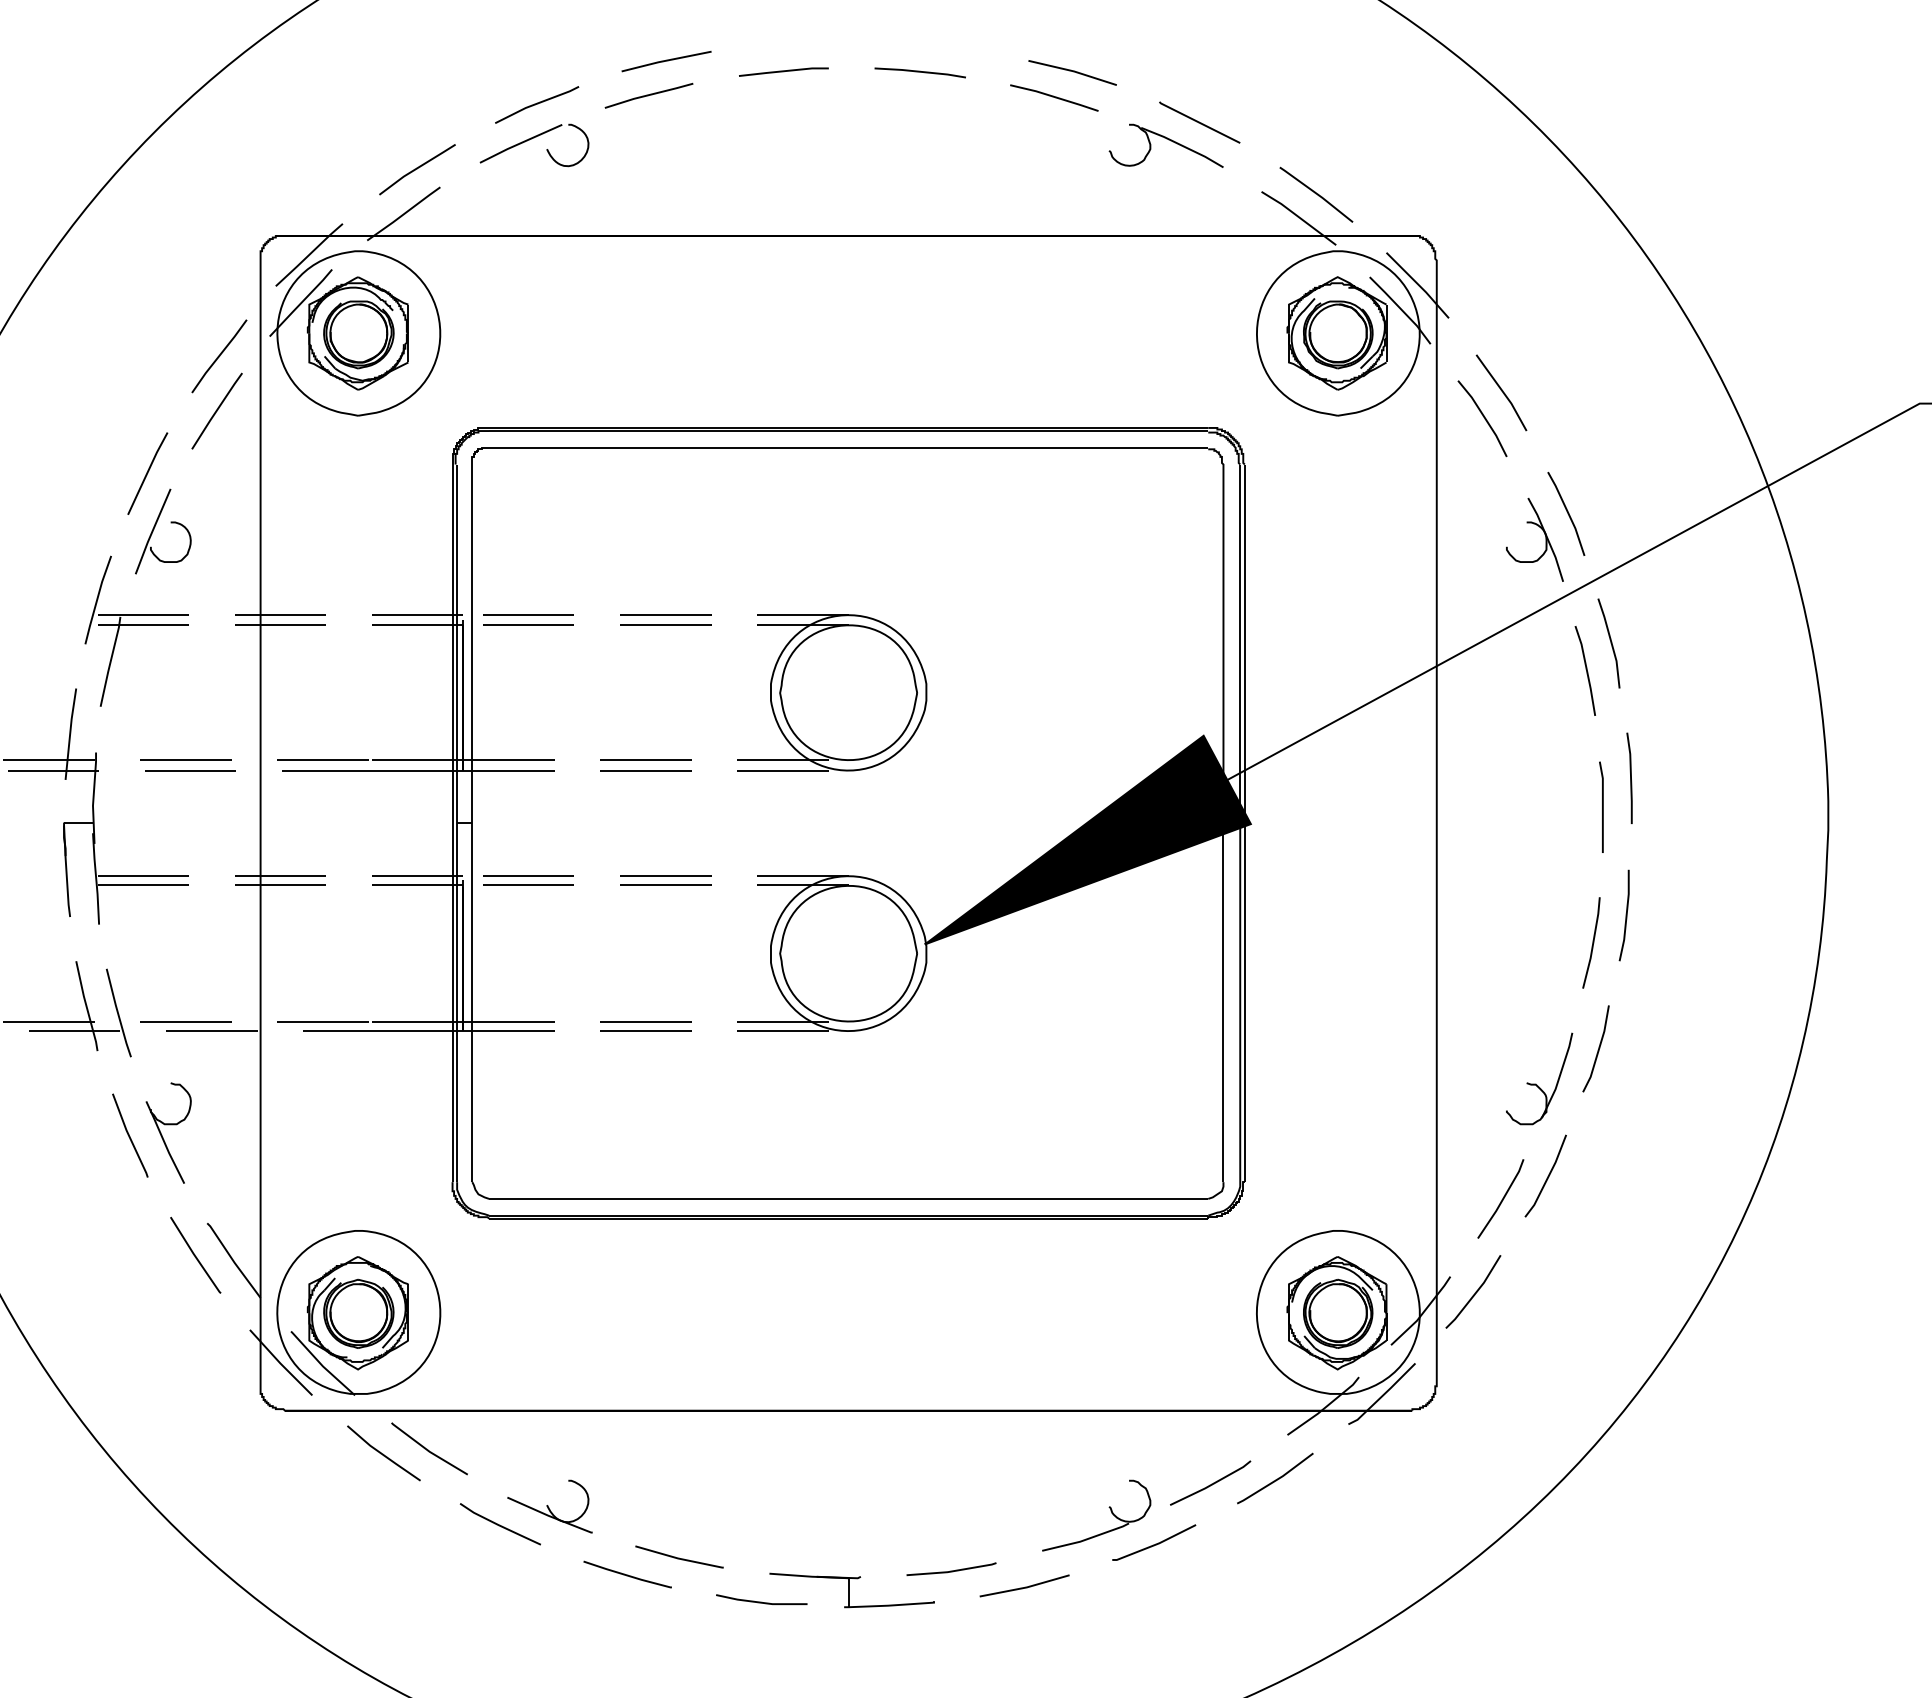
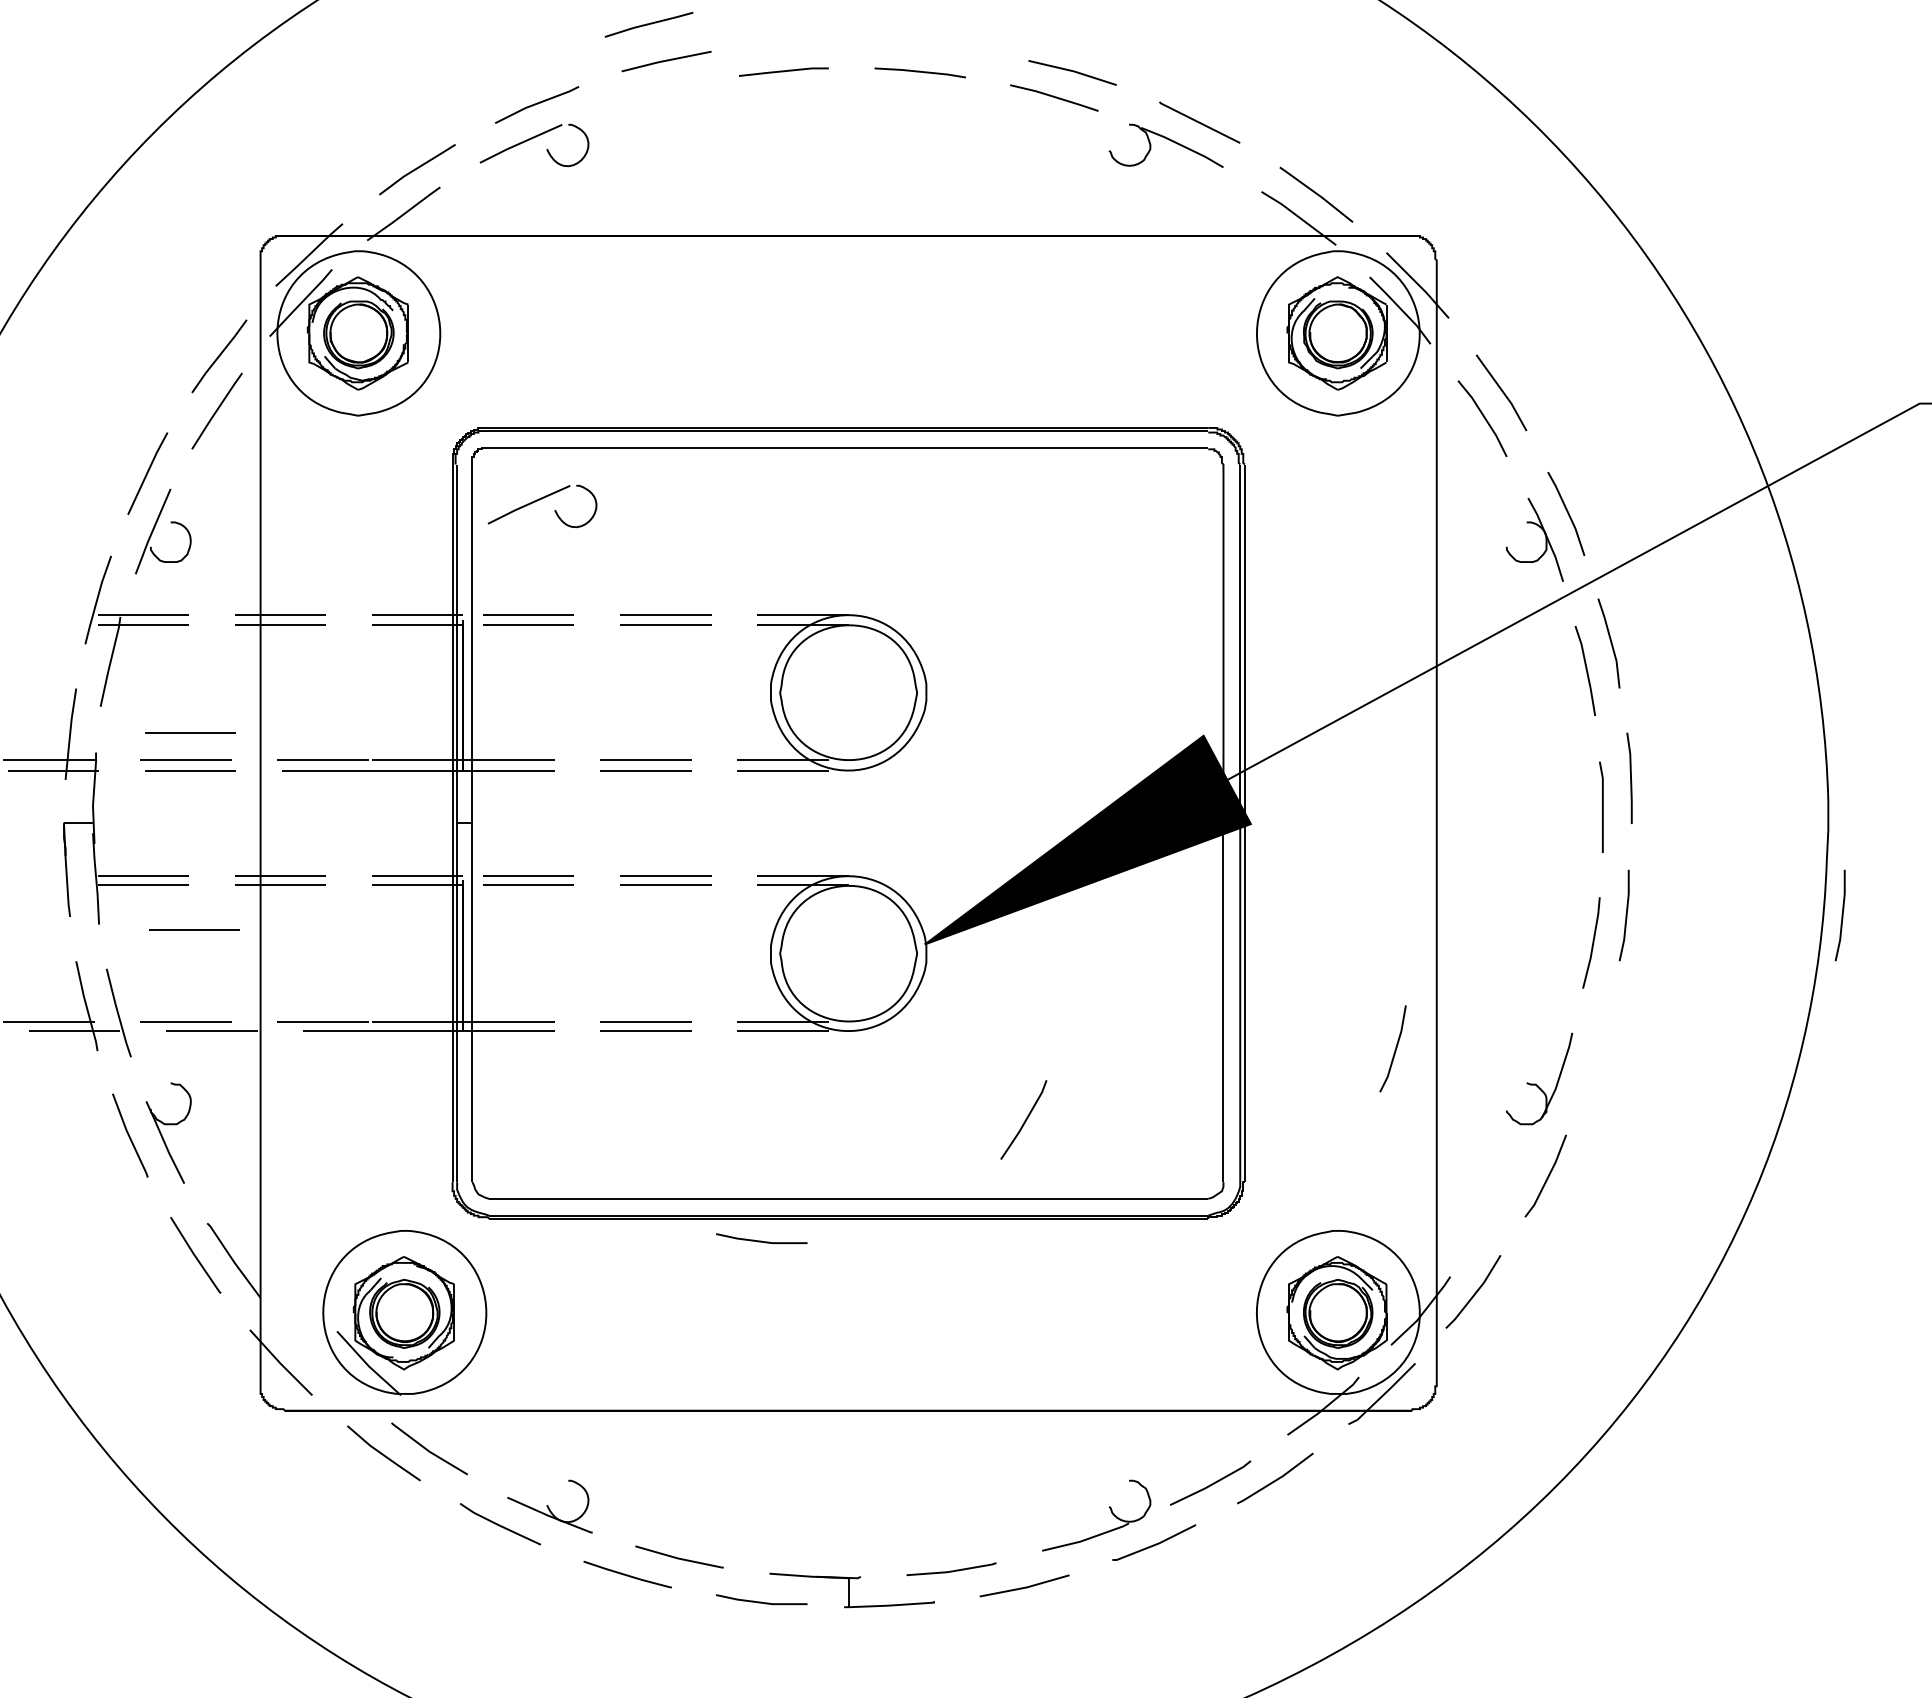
line at (648, 95) position: (648, 95) -> (648, 24)
part at (539, 500): none -> present
line at (190, 732): none -> present
line at (1841, 915): none -> present
line at (194, 929): none -> present
line at (1597, 1050) position: (1597, 1050) -> (1394, 1050)
line at (1501, 1199) position: (1501, 1199) -> (1024, 1120)
line at (761, 1240): none -> present
part at (358, 1312) position: (358, 1312) -> (404, 1312)
